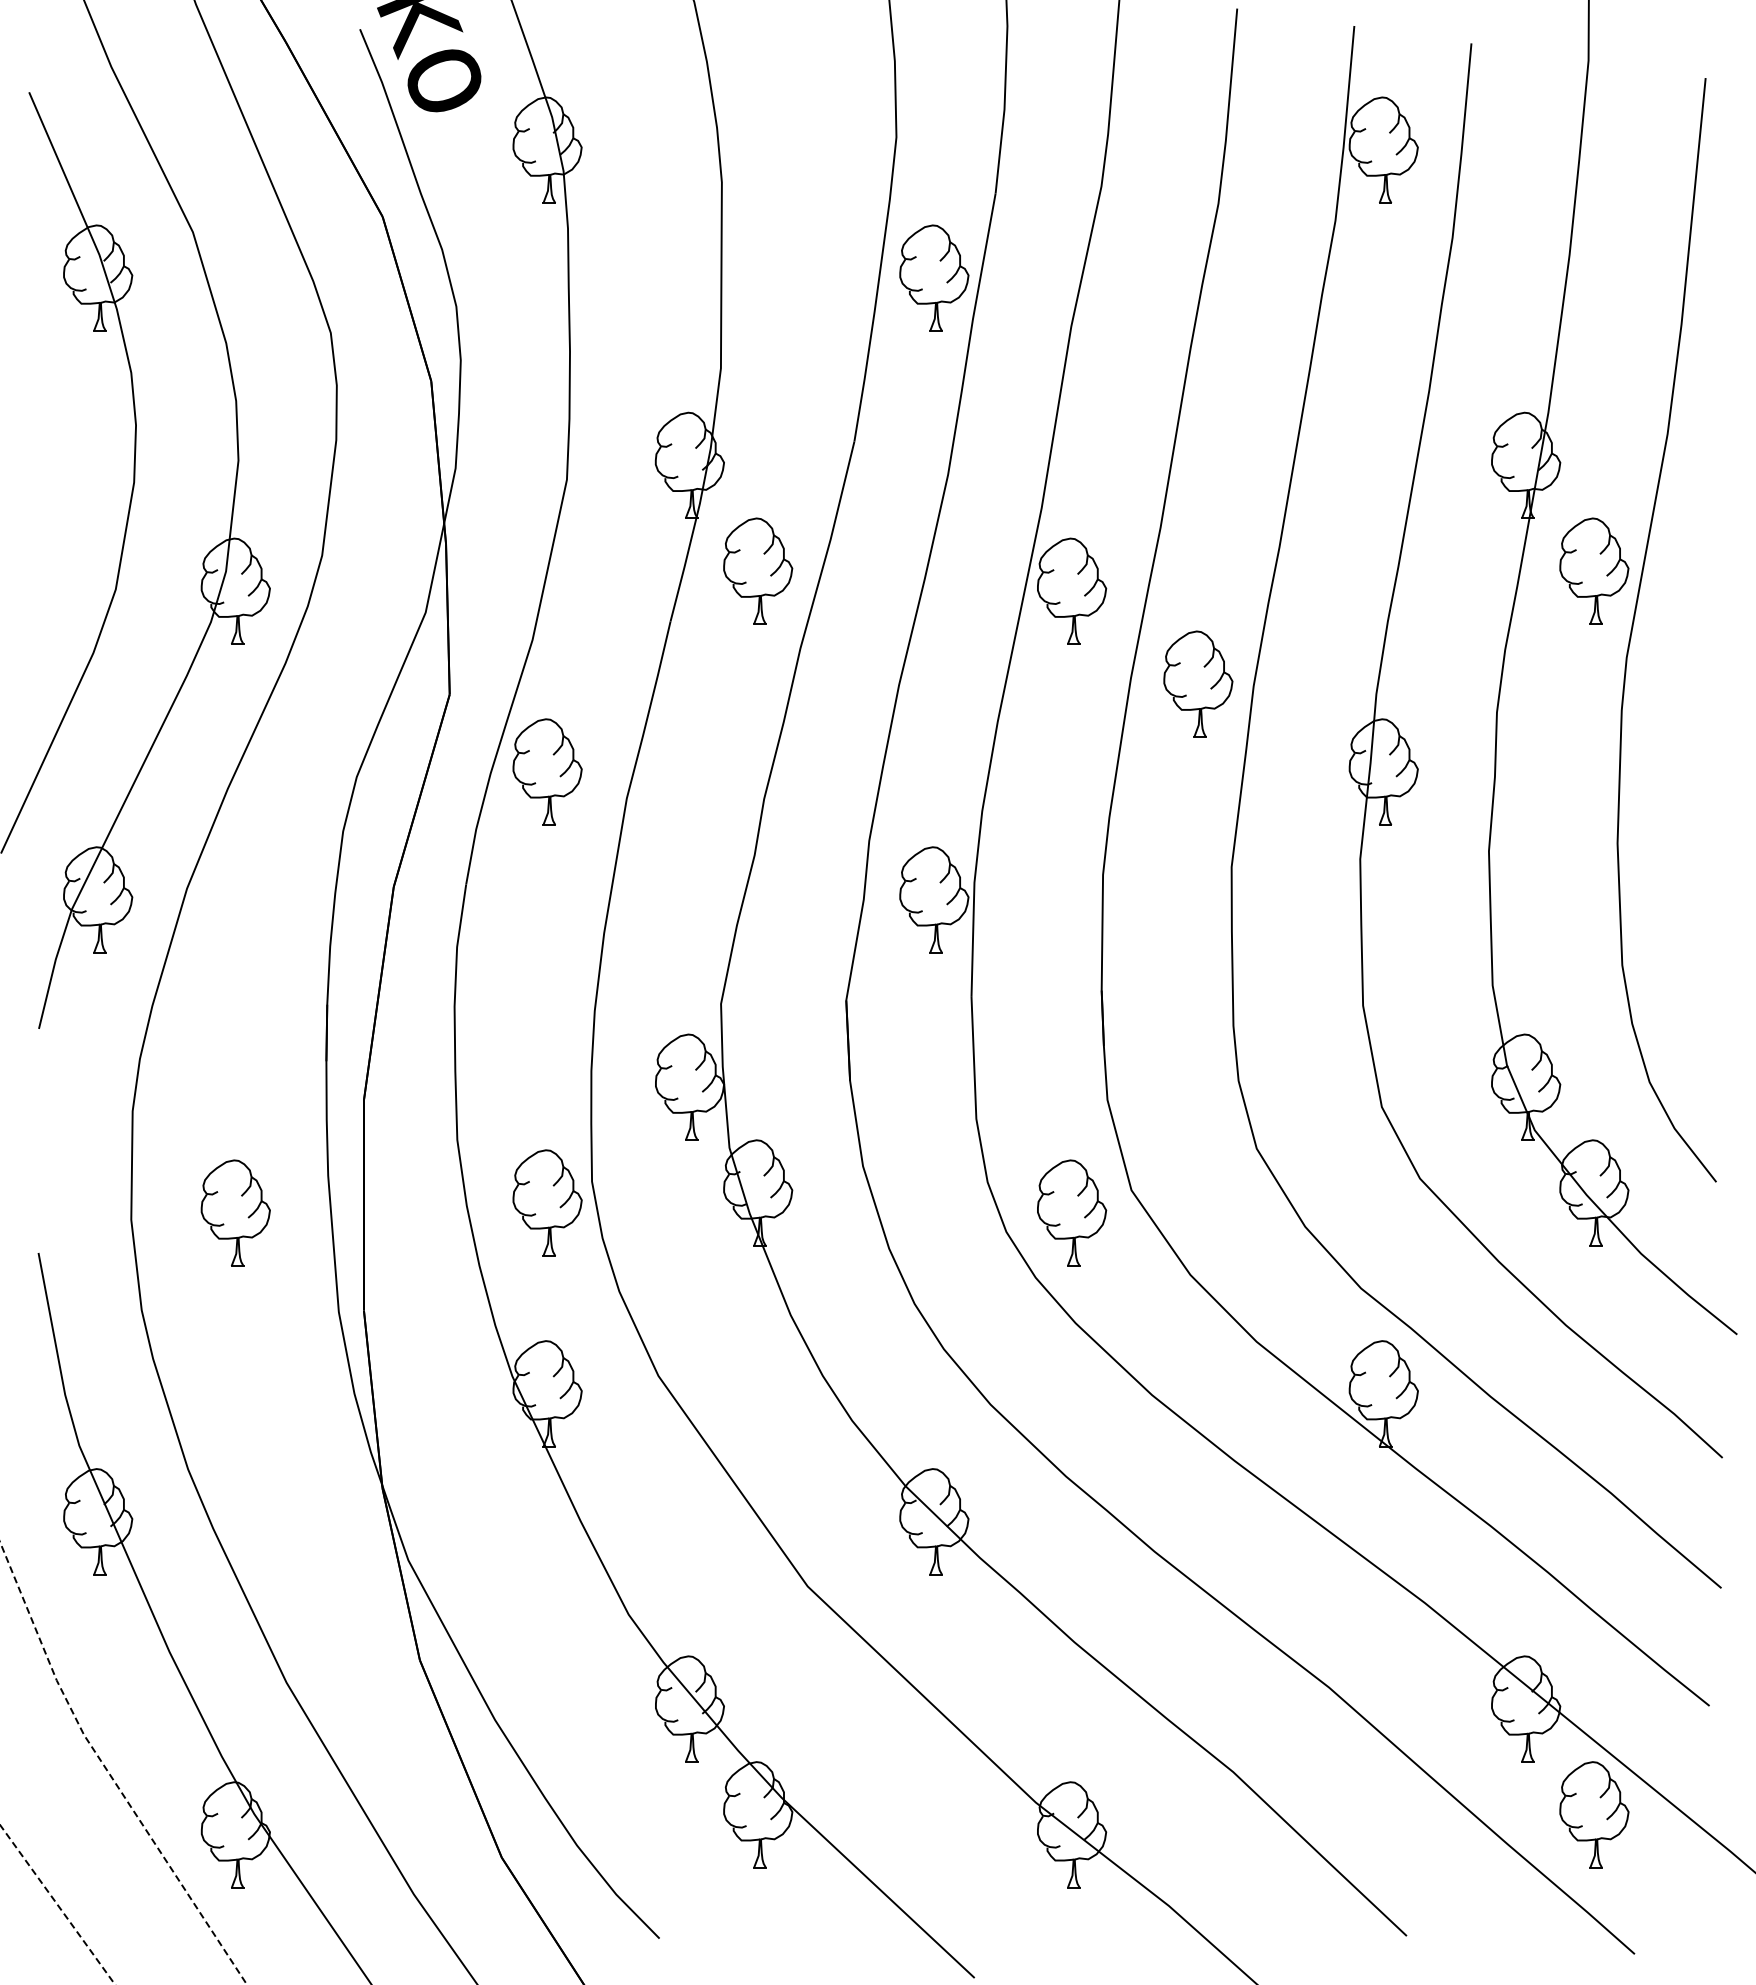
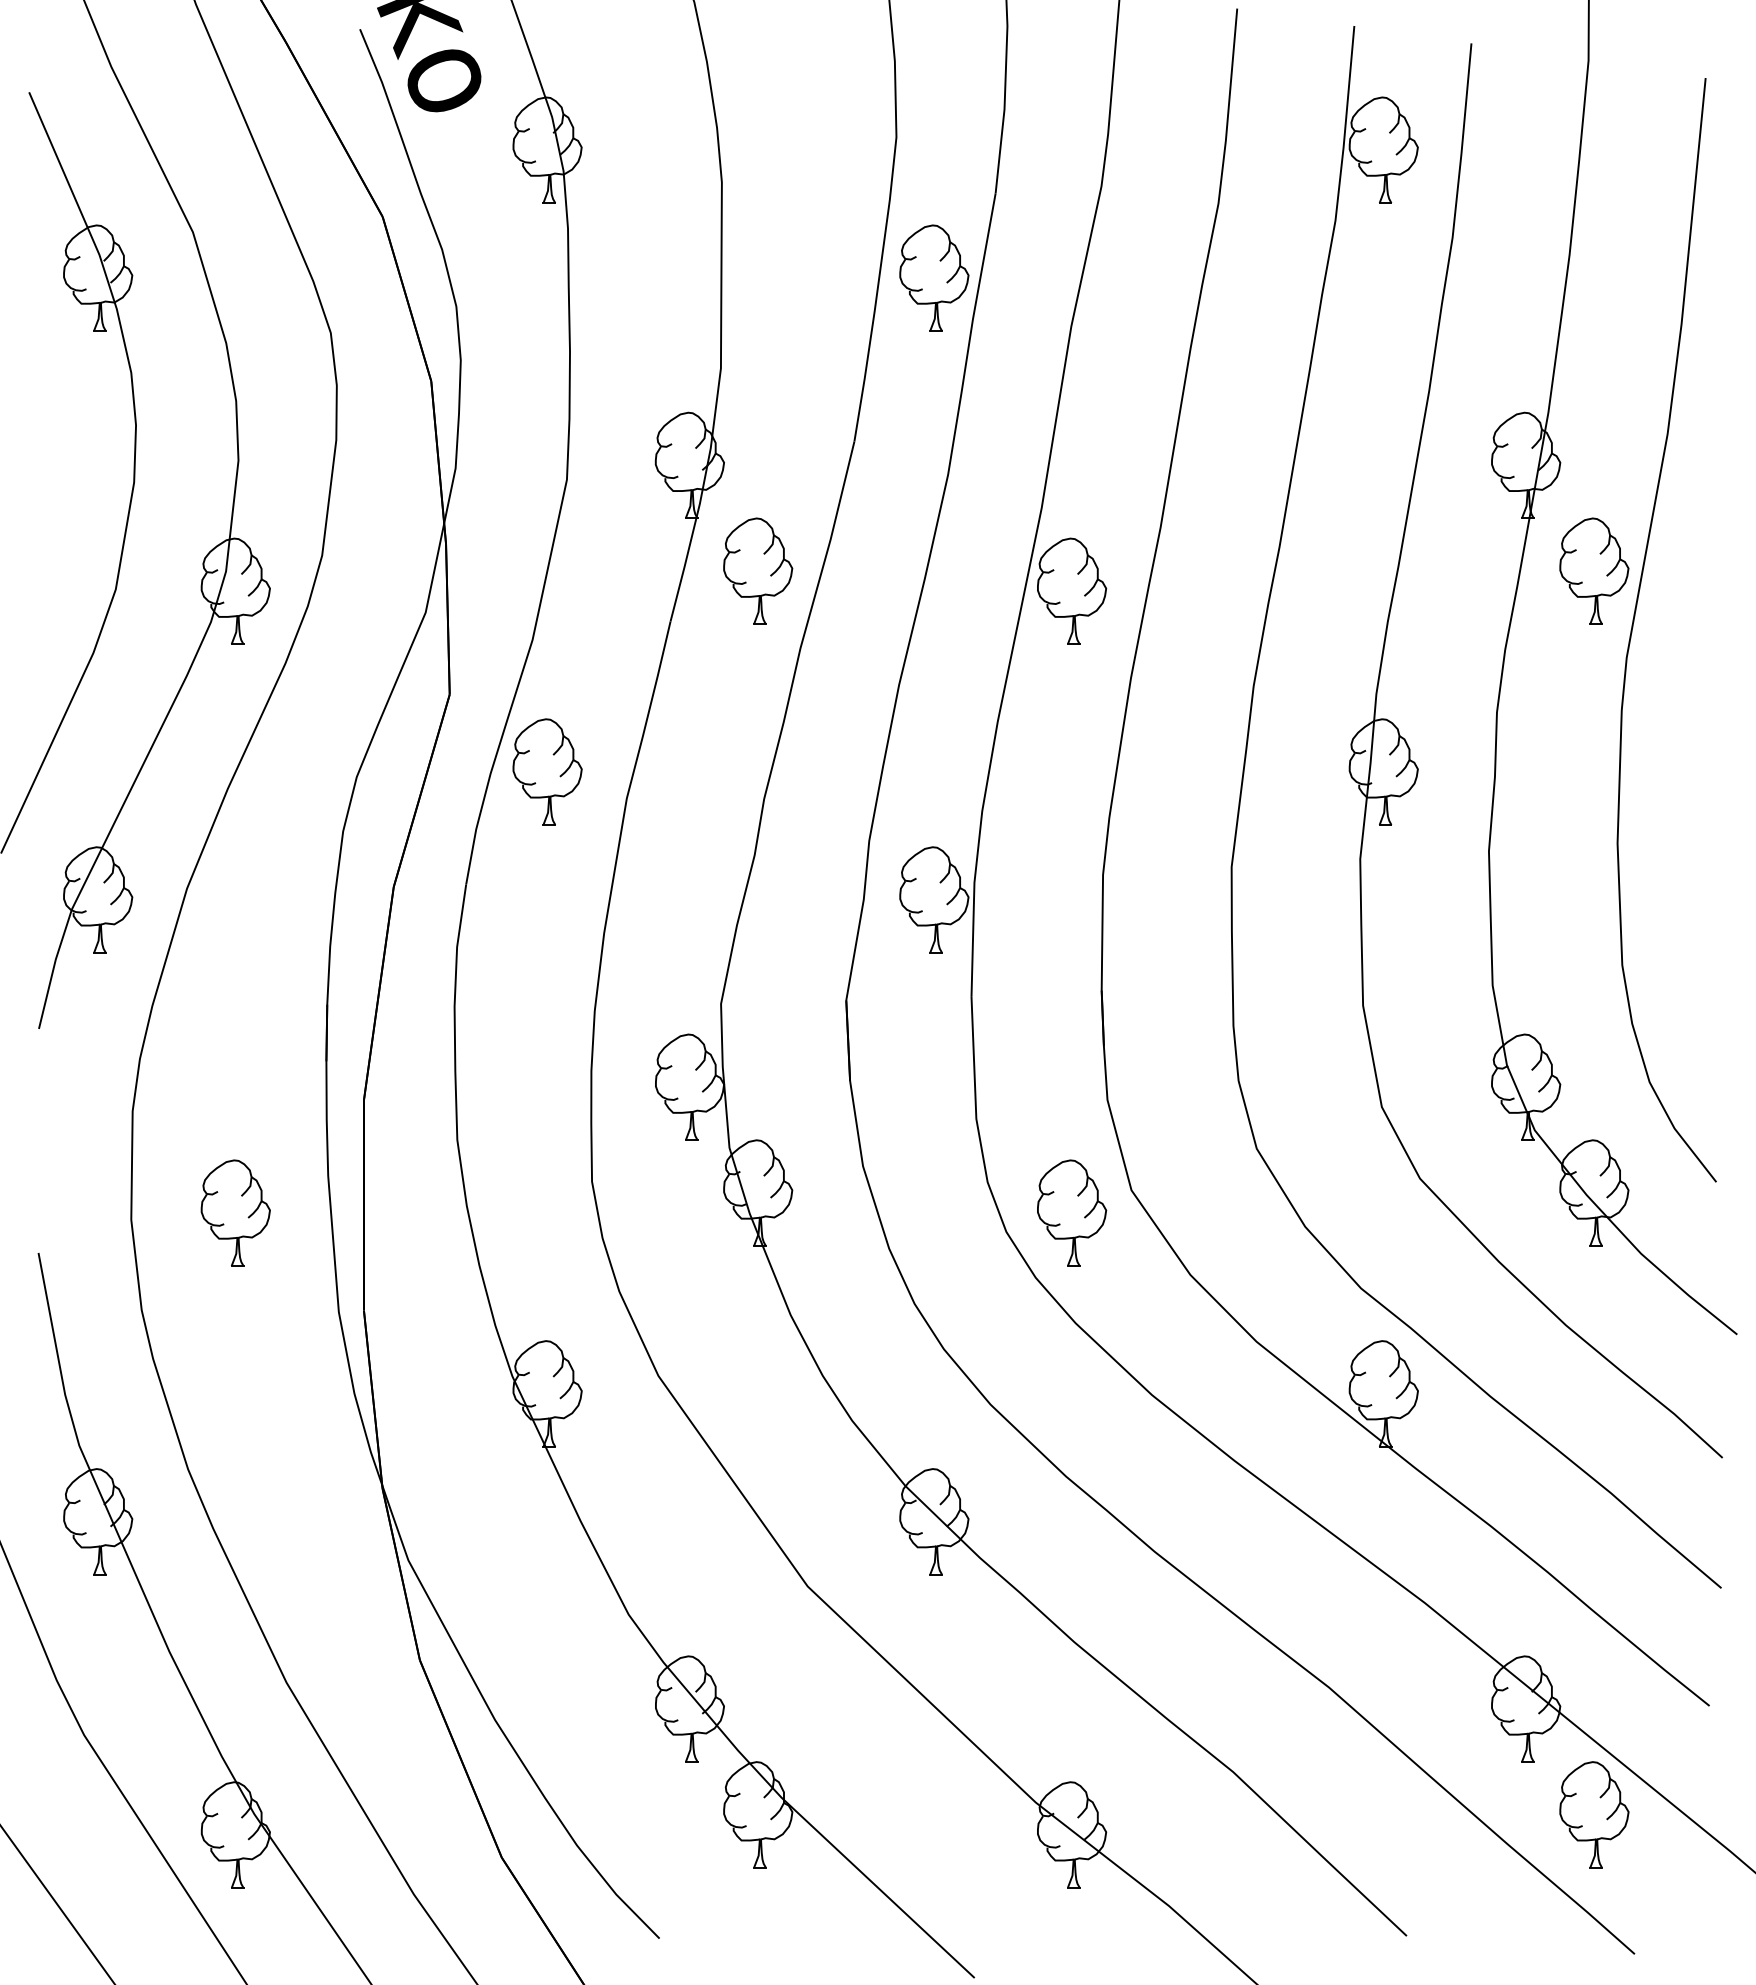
part at (1198, 683): present -> none
part at (547, 1202): present -> none
line at (107, 1770): dashed -> solid
line at (57, 1904): dashed -> solid
